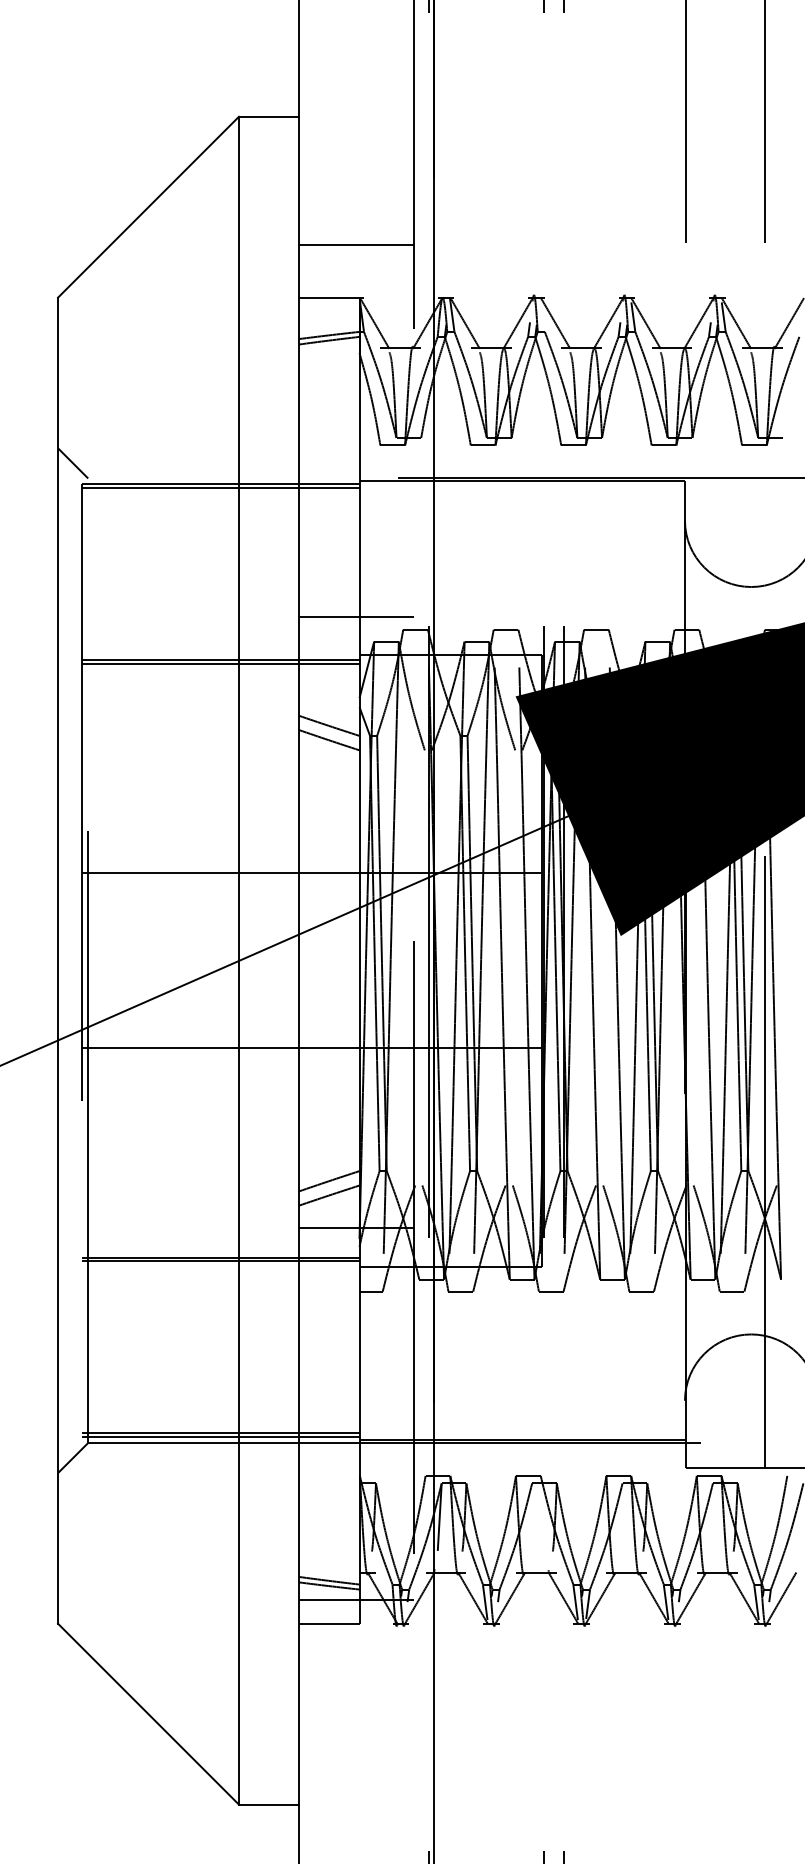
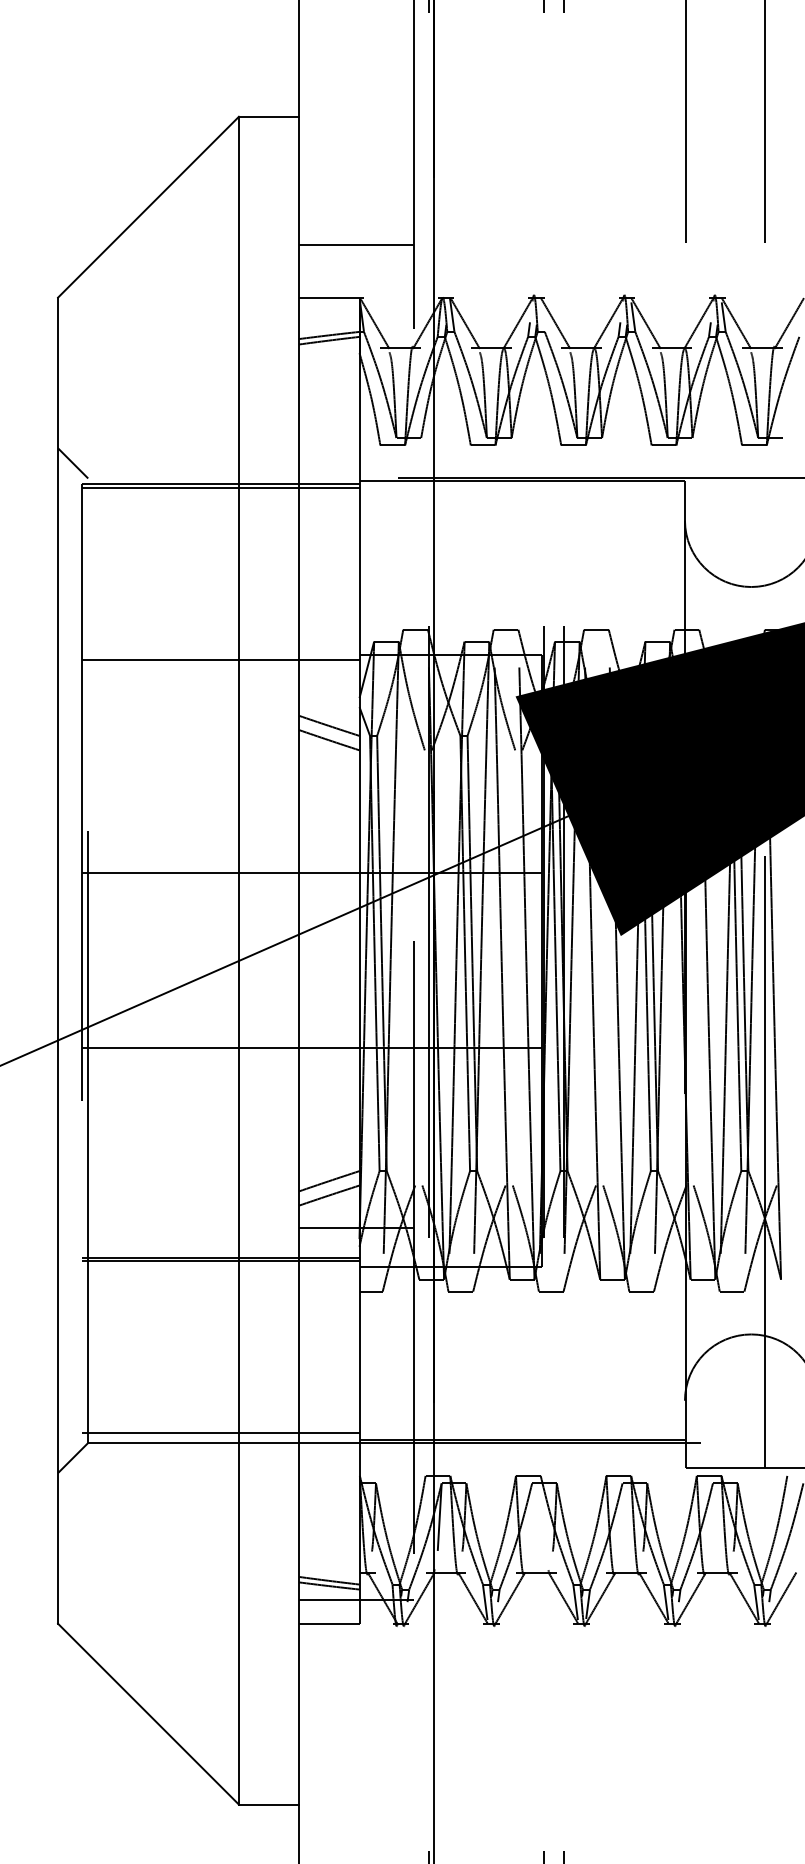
line at (356, 617): present -> none
line at (220, 663): present -> none
line at (220, 1436): present -> none
